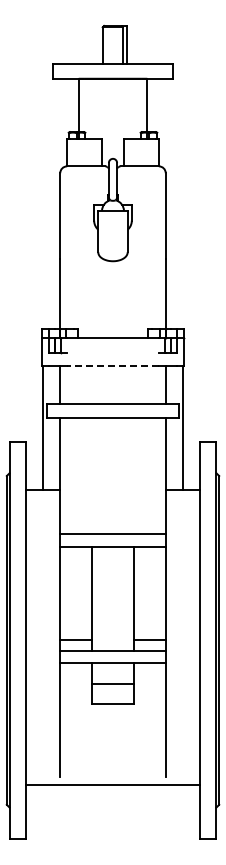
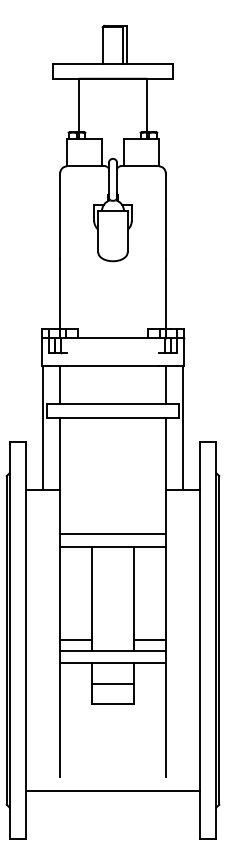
line at (113, 366): dashed -> solid
line at (113, 785) position: (113, 785) -> (113, 791)
